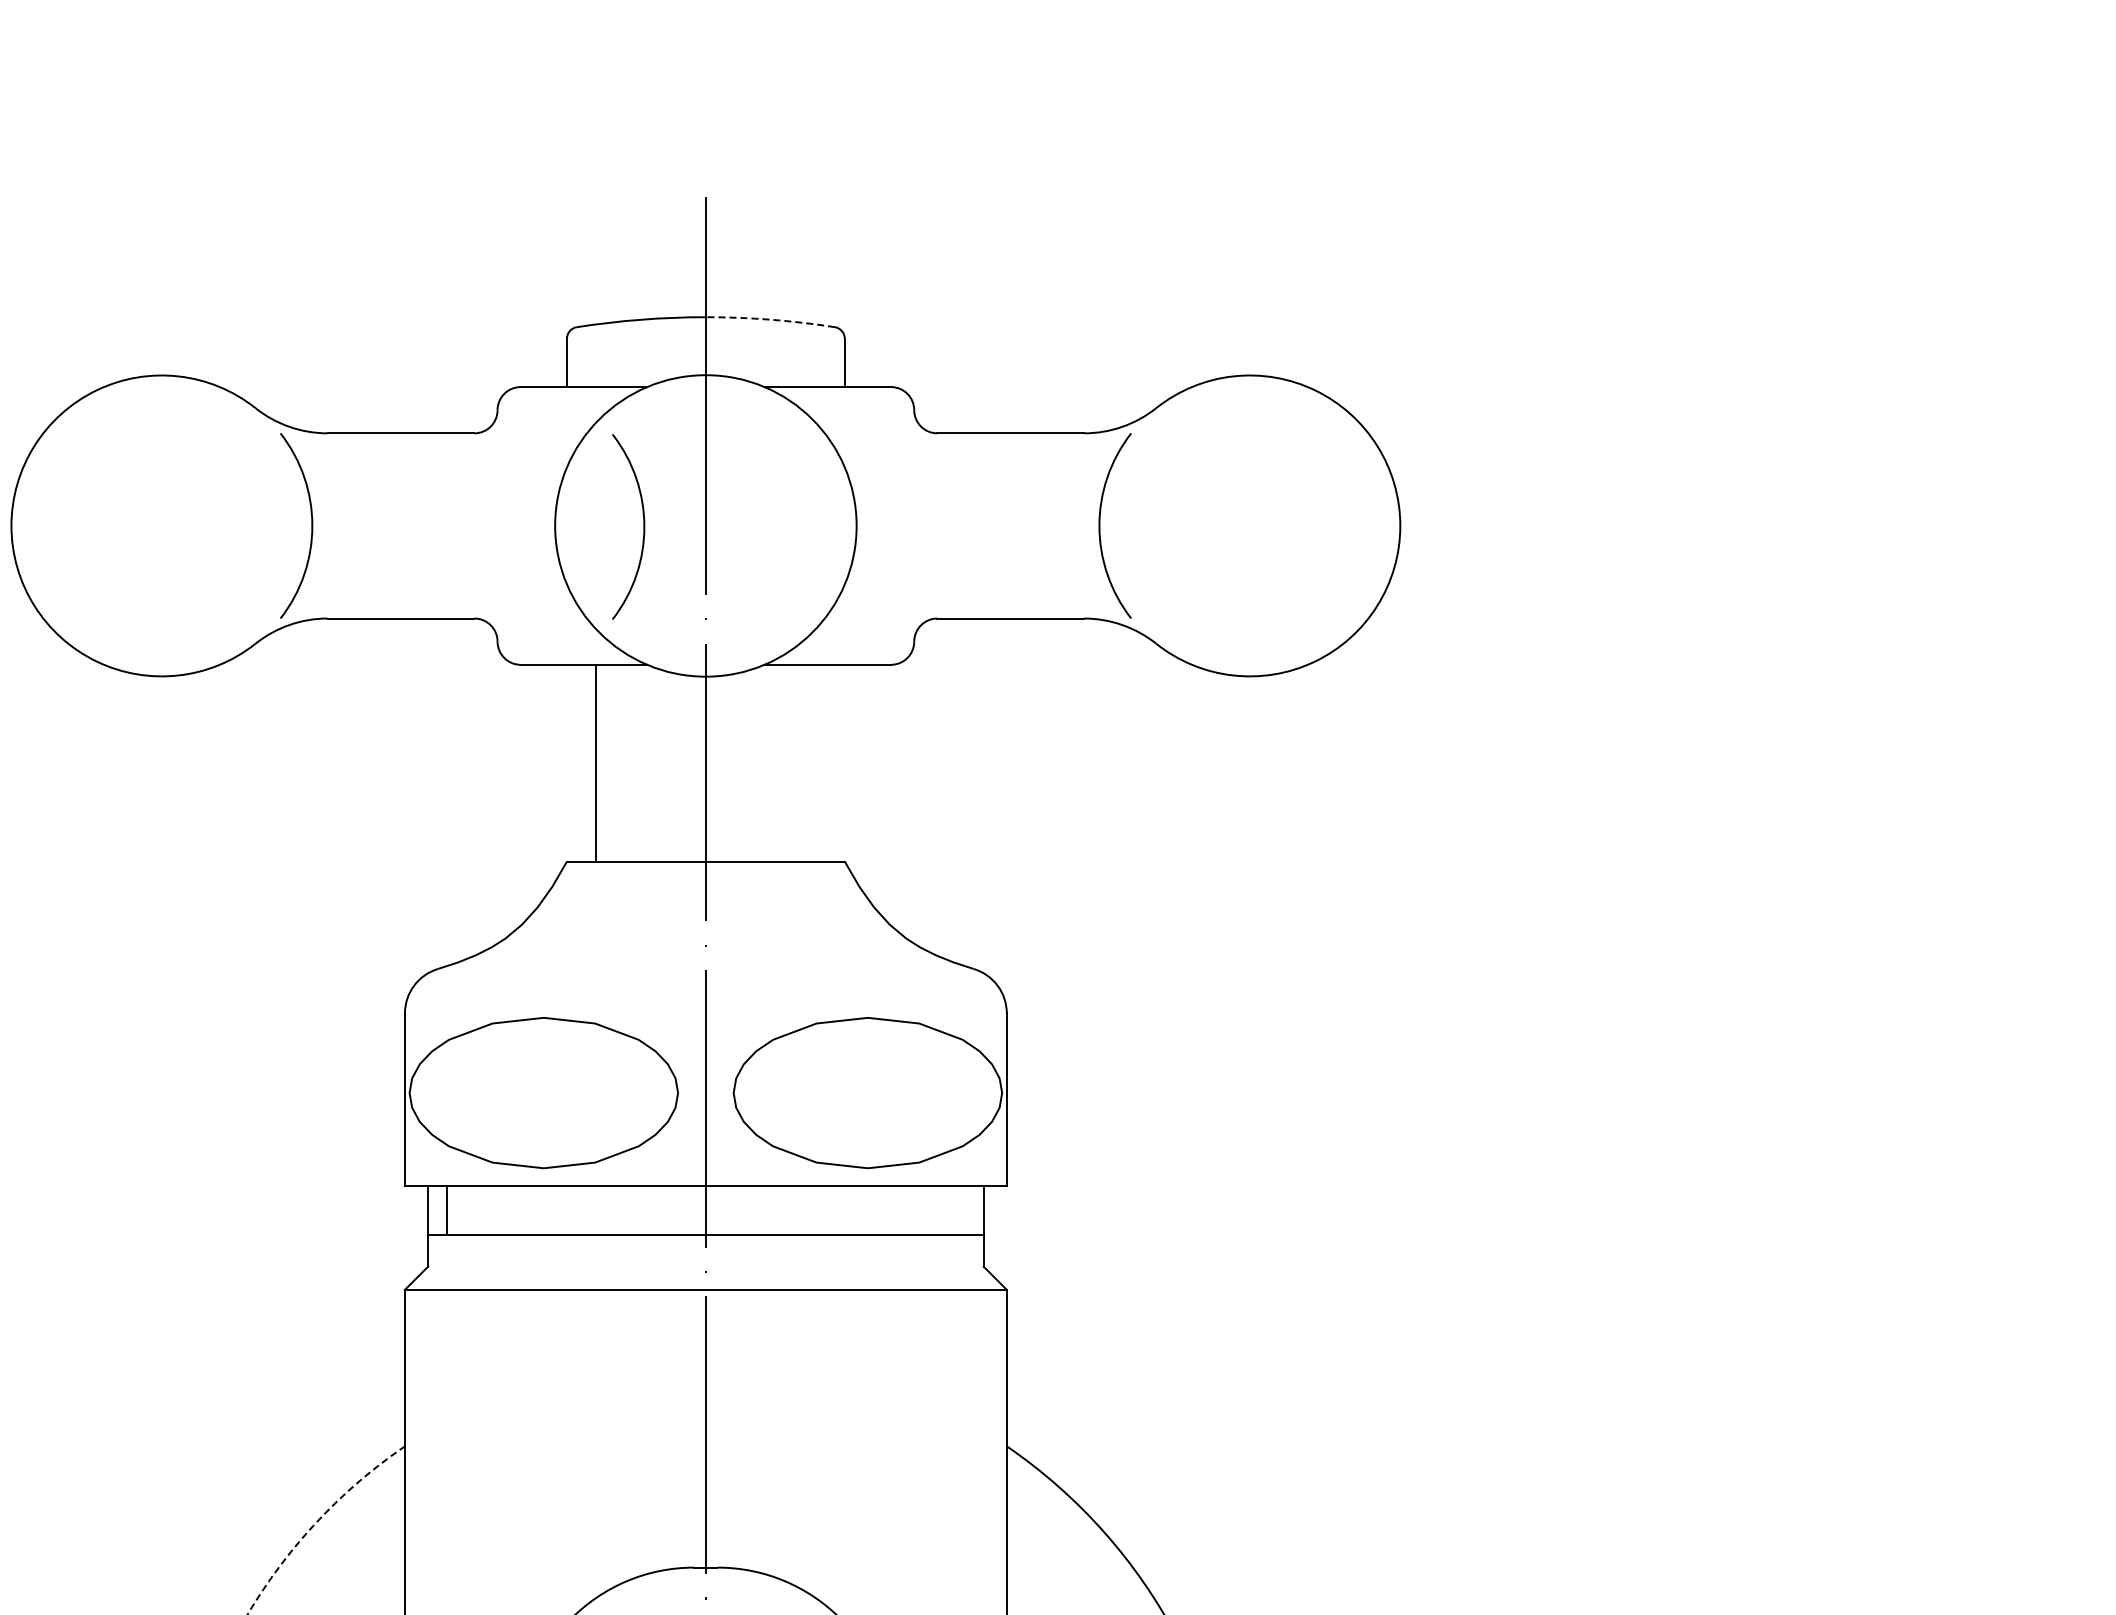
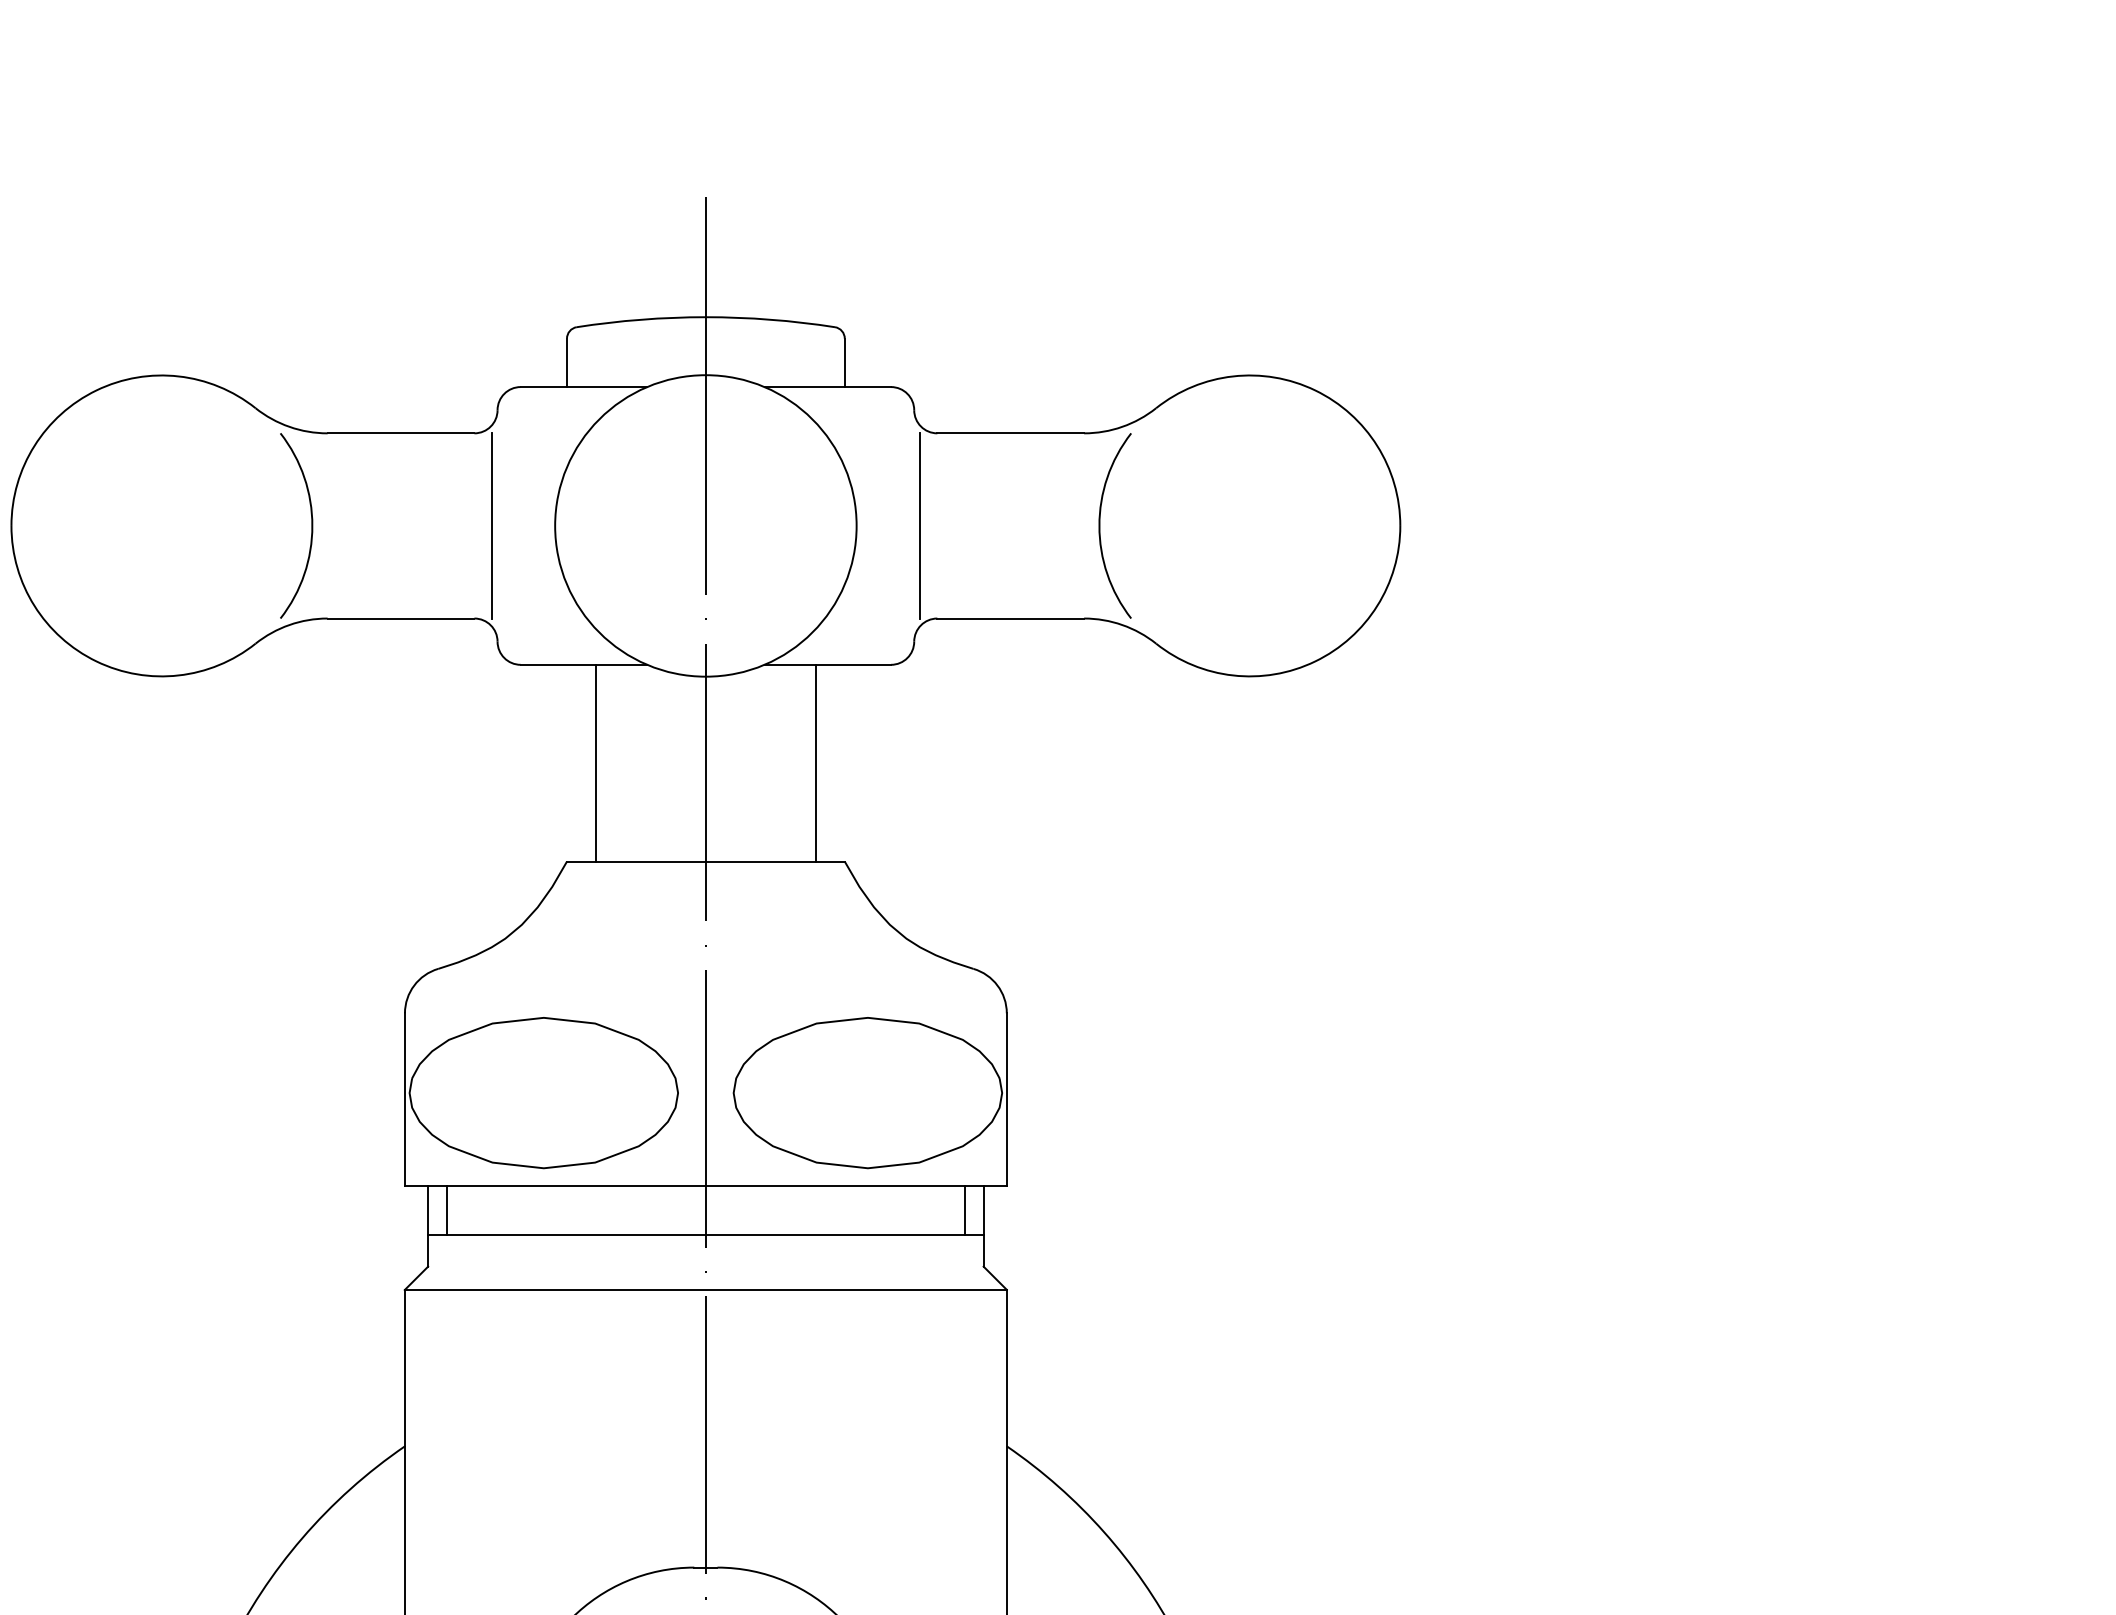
arc at (770, 319): dashed -> solid
line at (491, 525): none -> present
line at (920, 525): none -> present
arc at (643, 526): present -> none
line at (815, 762): none -> present
line at (965, 1209): none -> present
arc at (316, 1522): dashed -> solid
